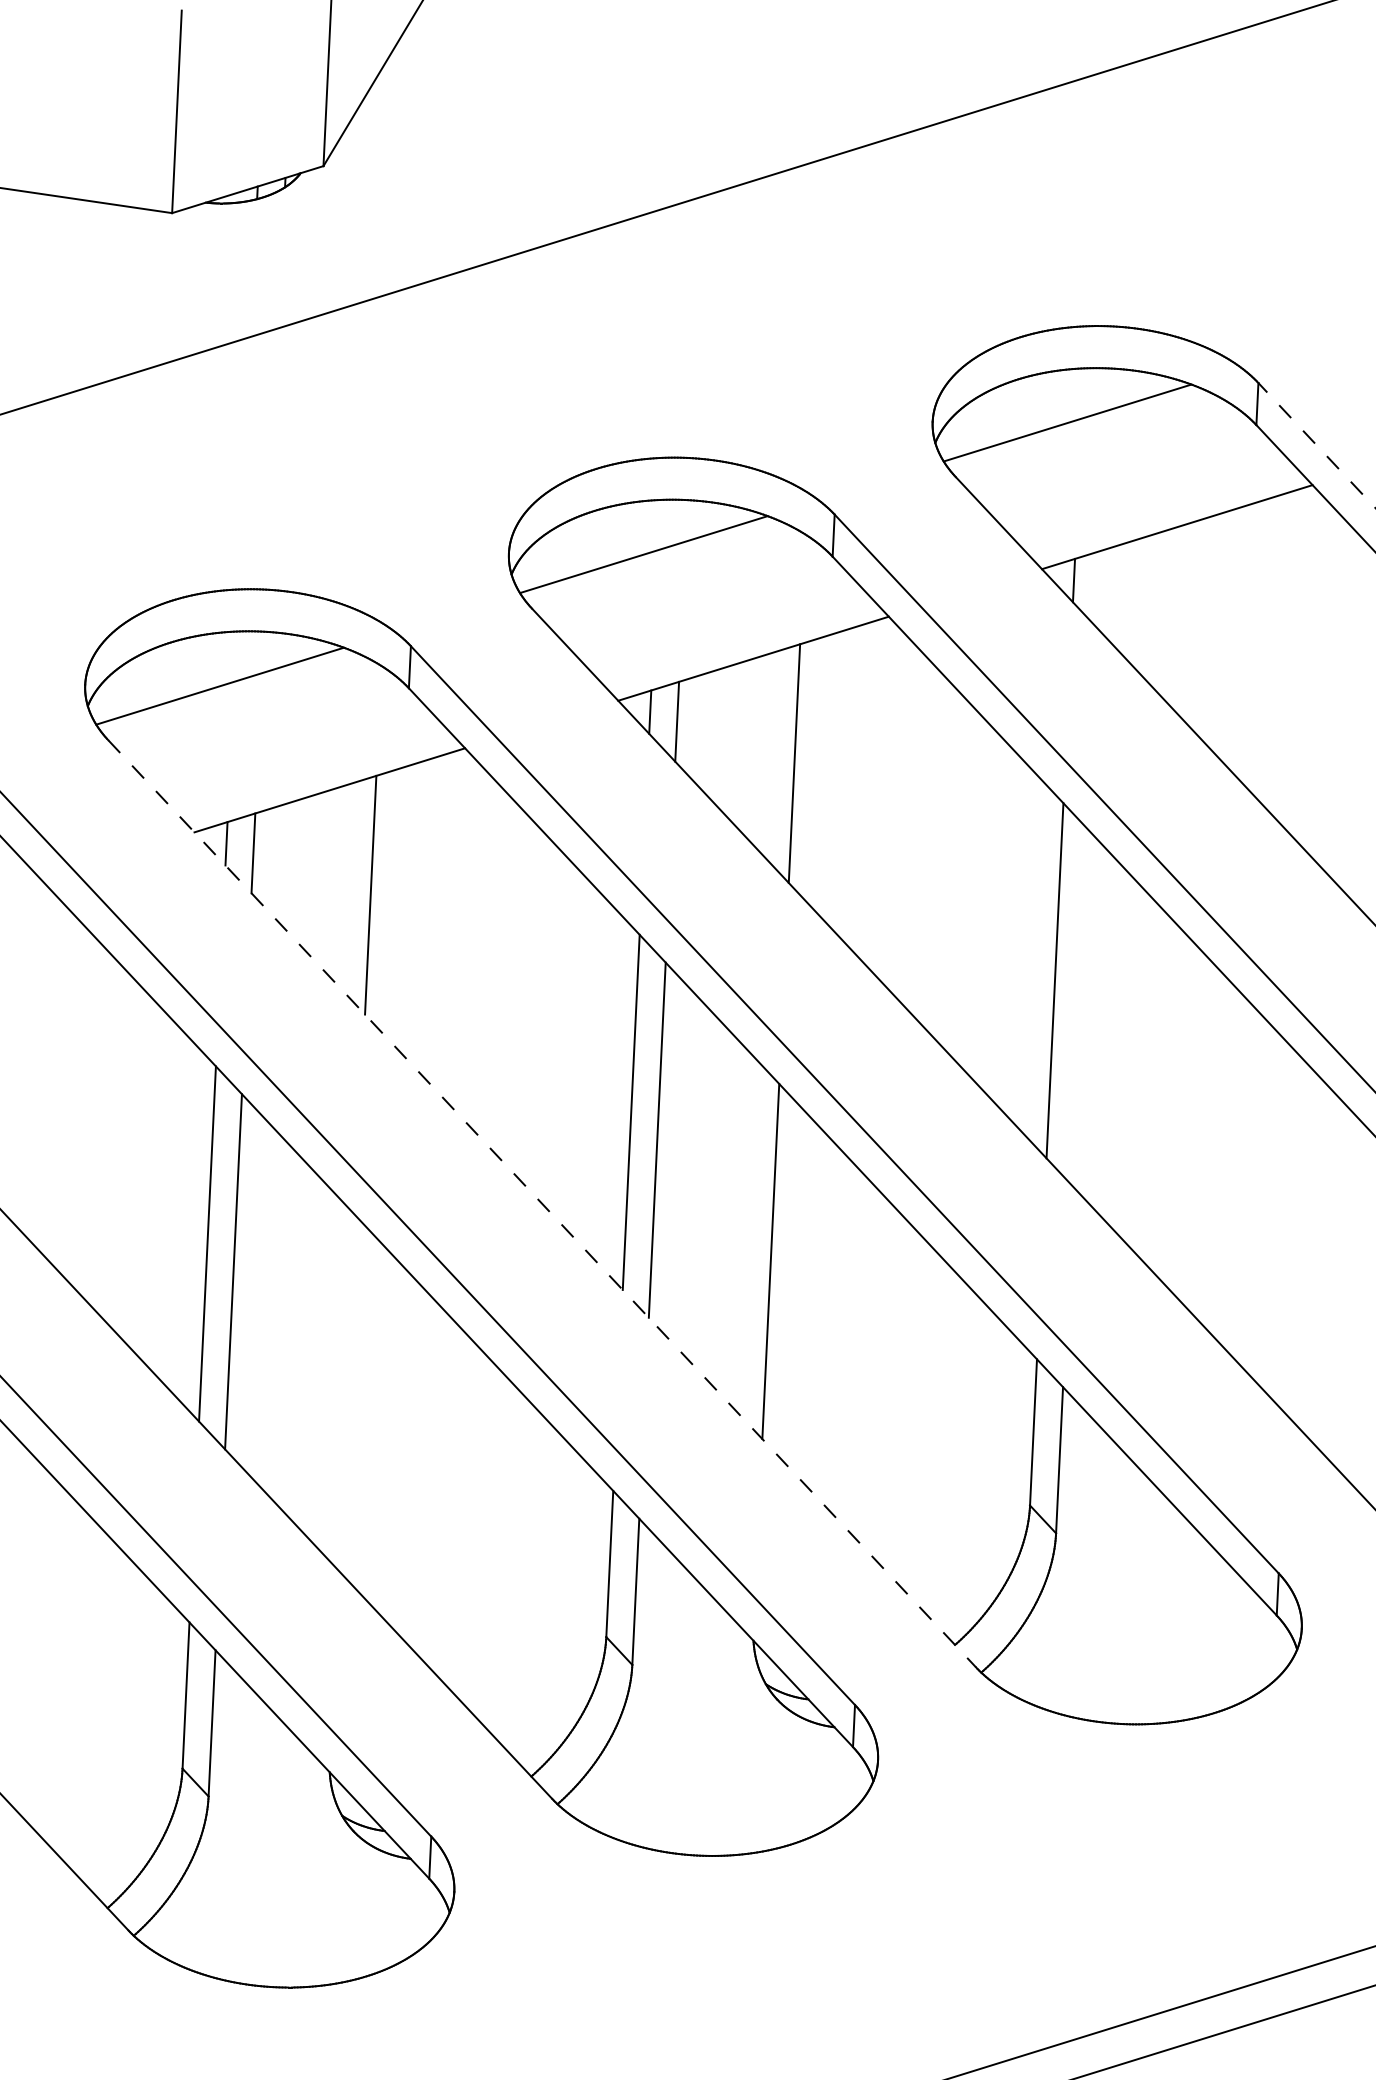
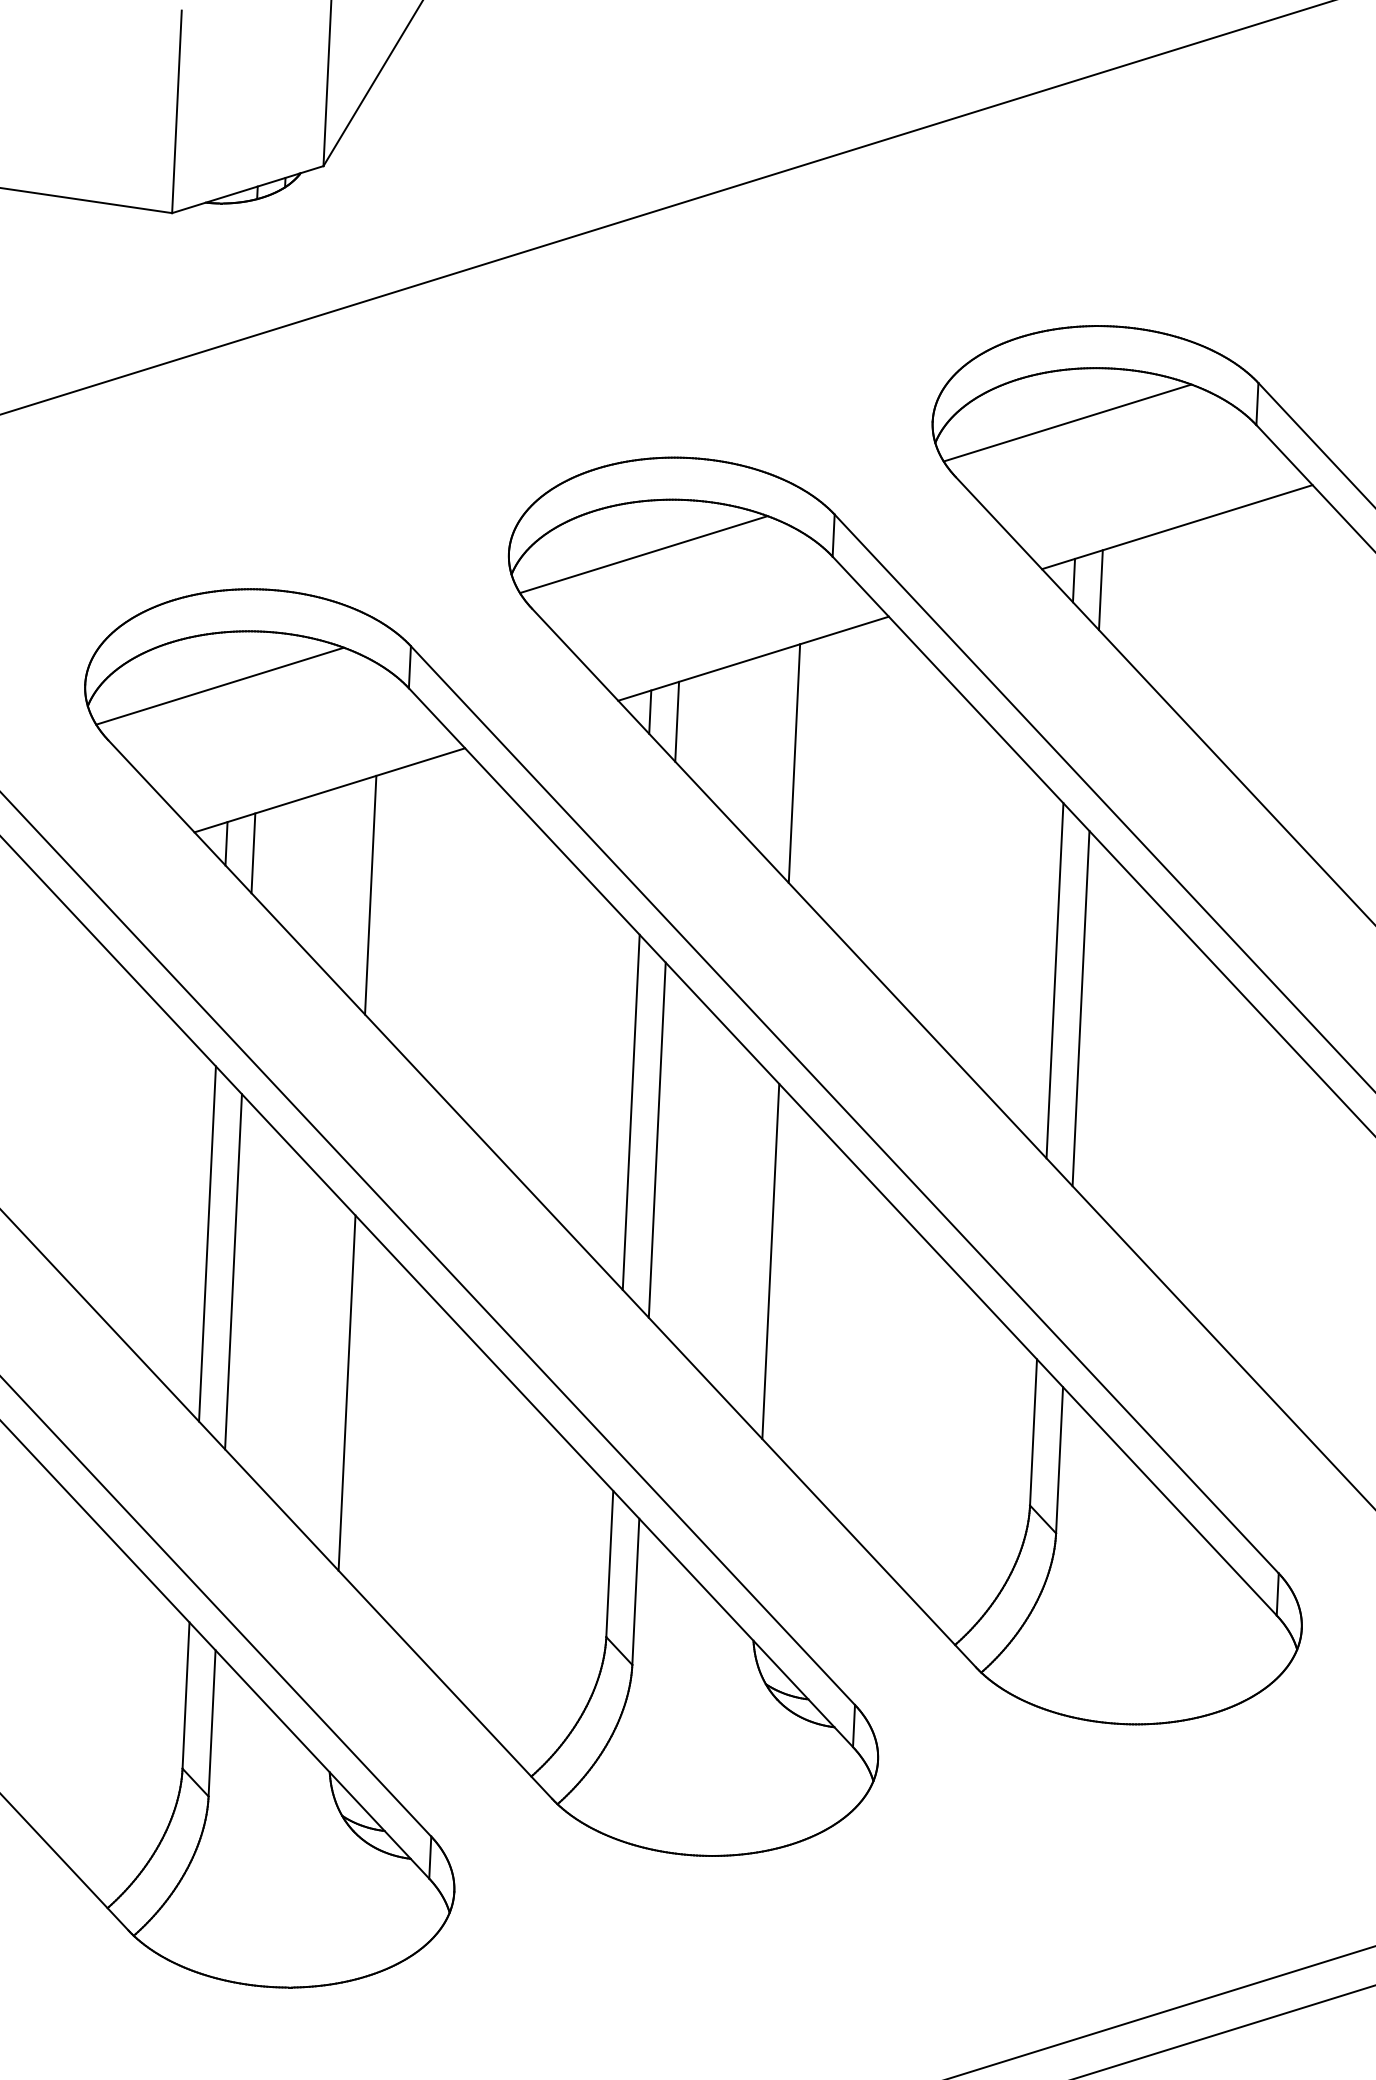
line at (1317, 445): dashed -> solid
line at (1100, 590): none -> present
line at (1080, 1008): none -> present
line at (542, 1203): dashed -> solid
line at (346, 1392): none -> present
